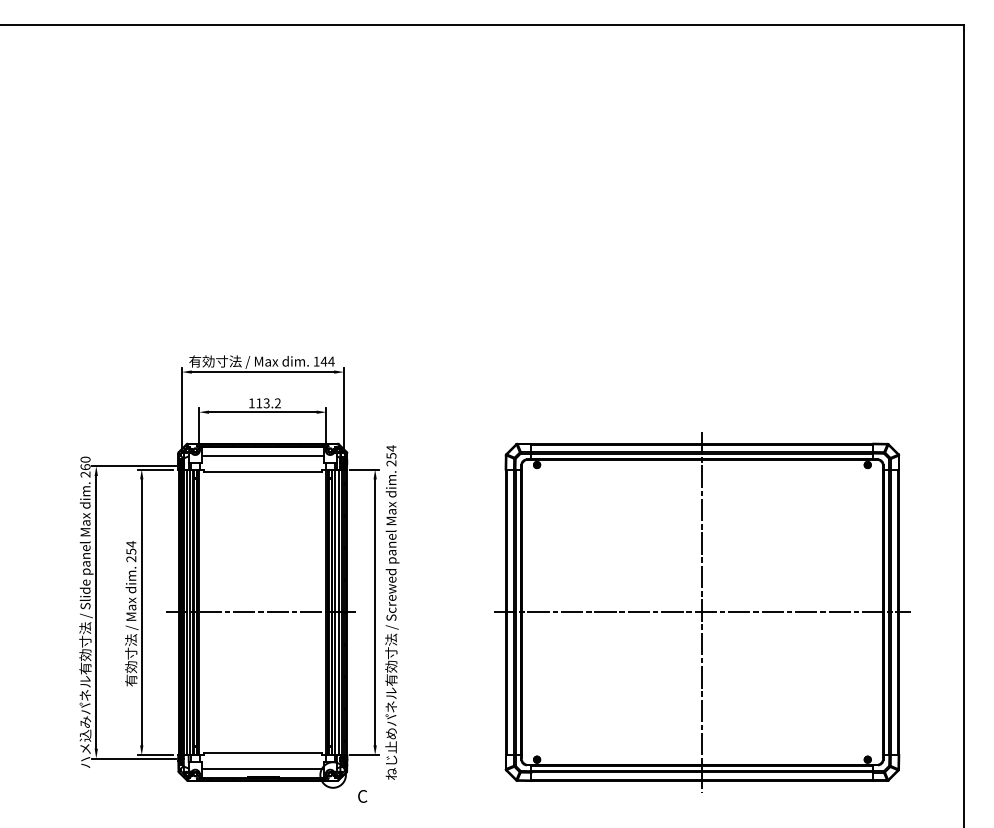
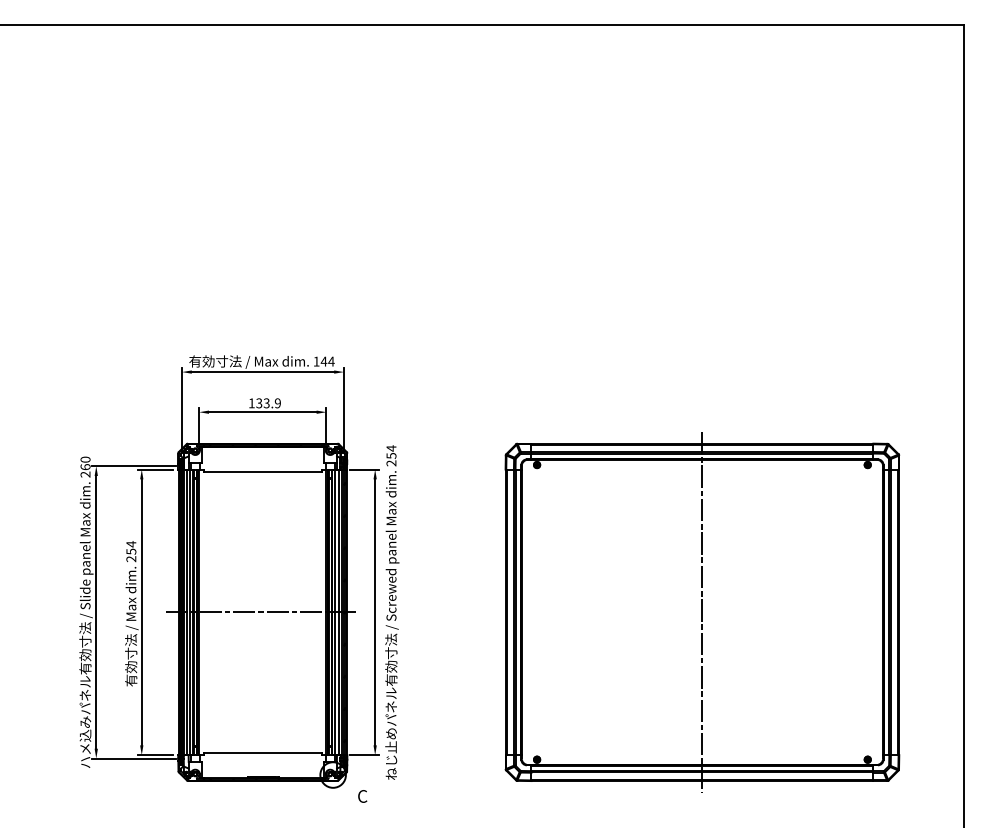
text at (268, 403): 113.2 -> 133.9
line at (262, 456): present -> none
line at (701, 612): present -> none
line at (262, 768): present -> none
